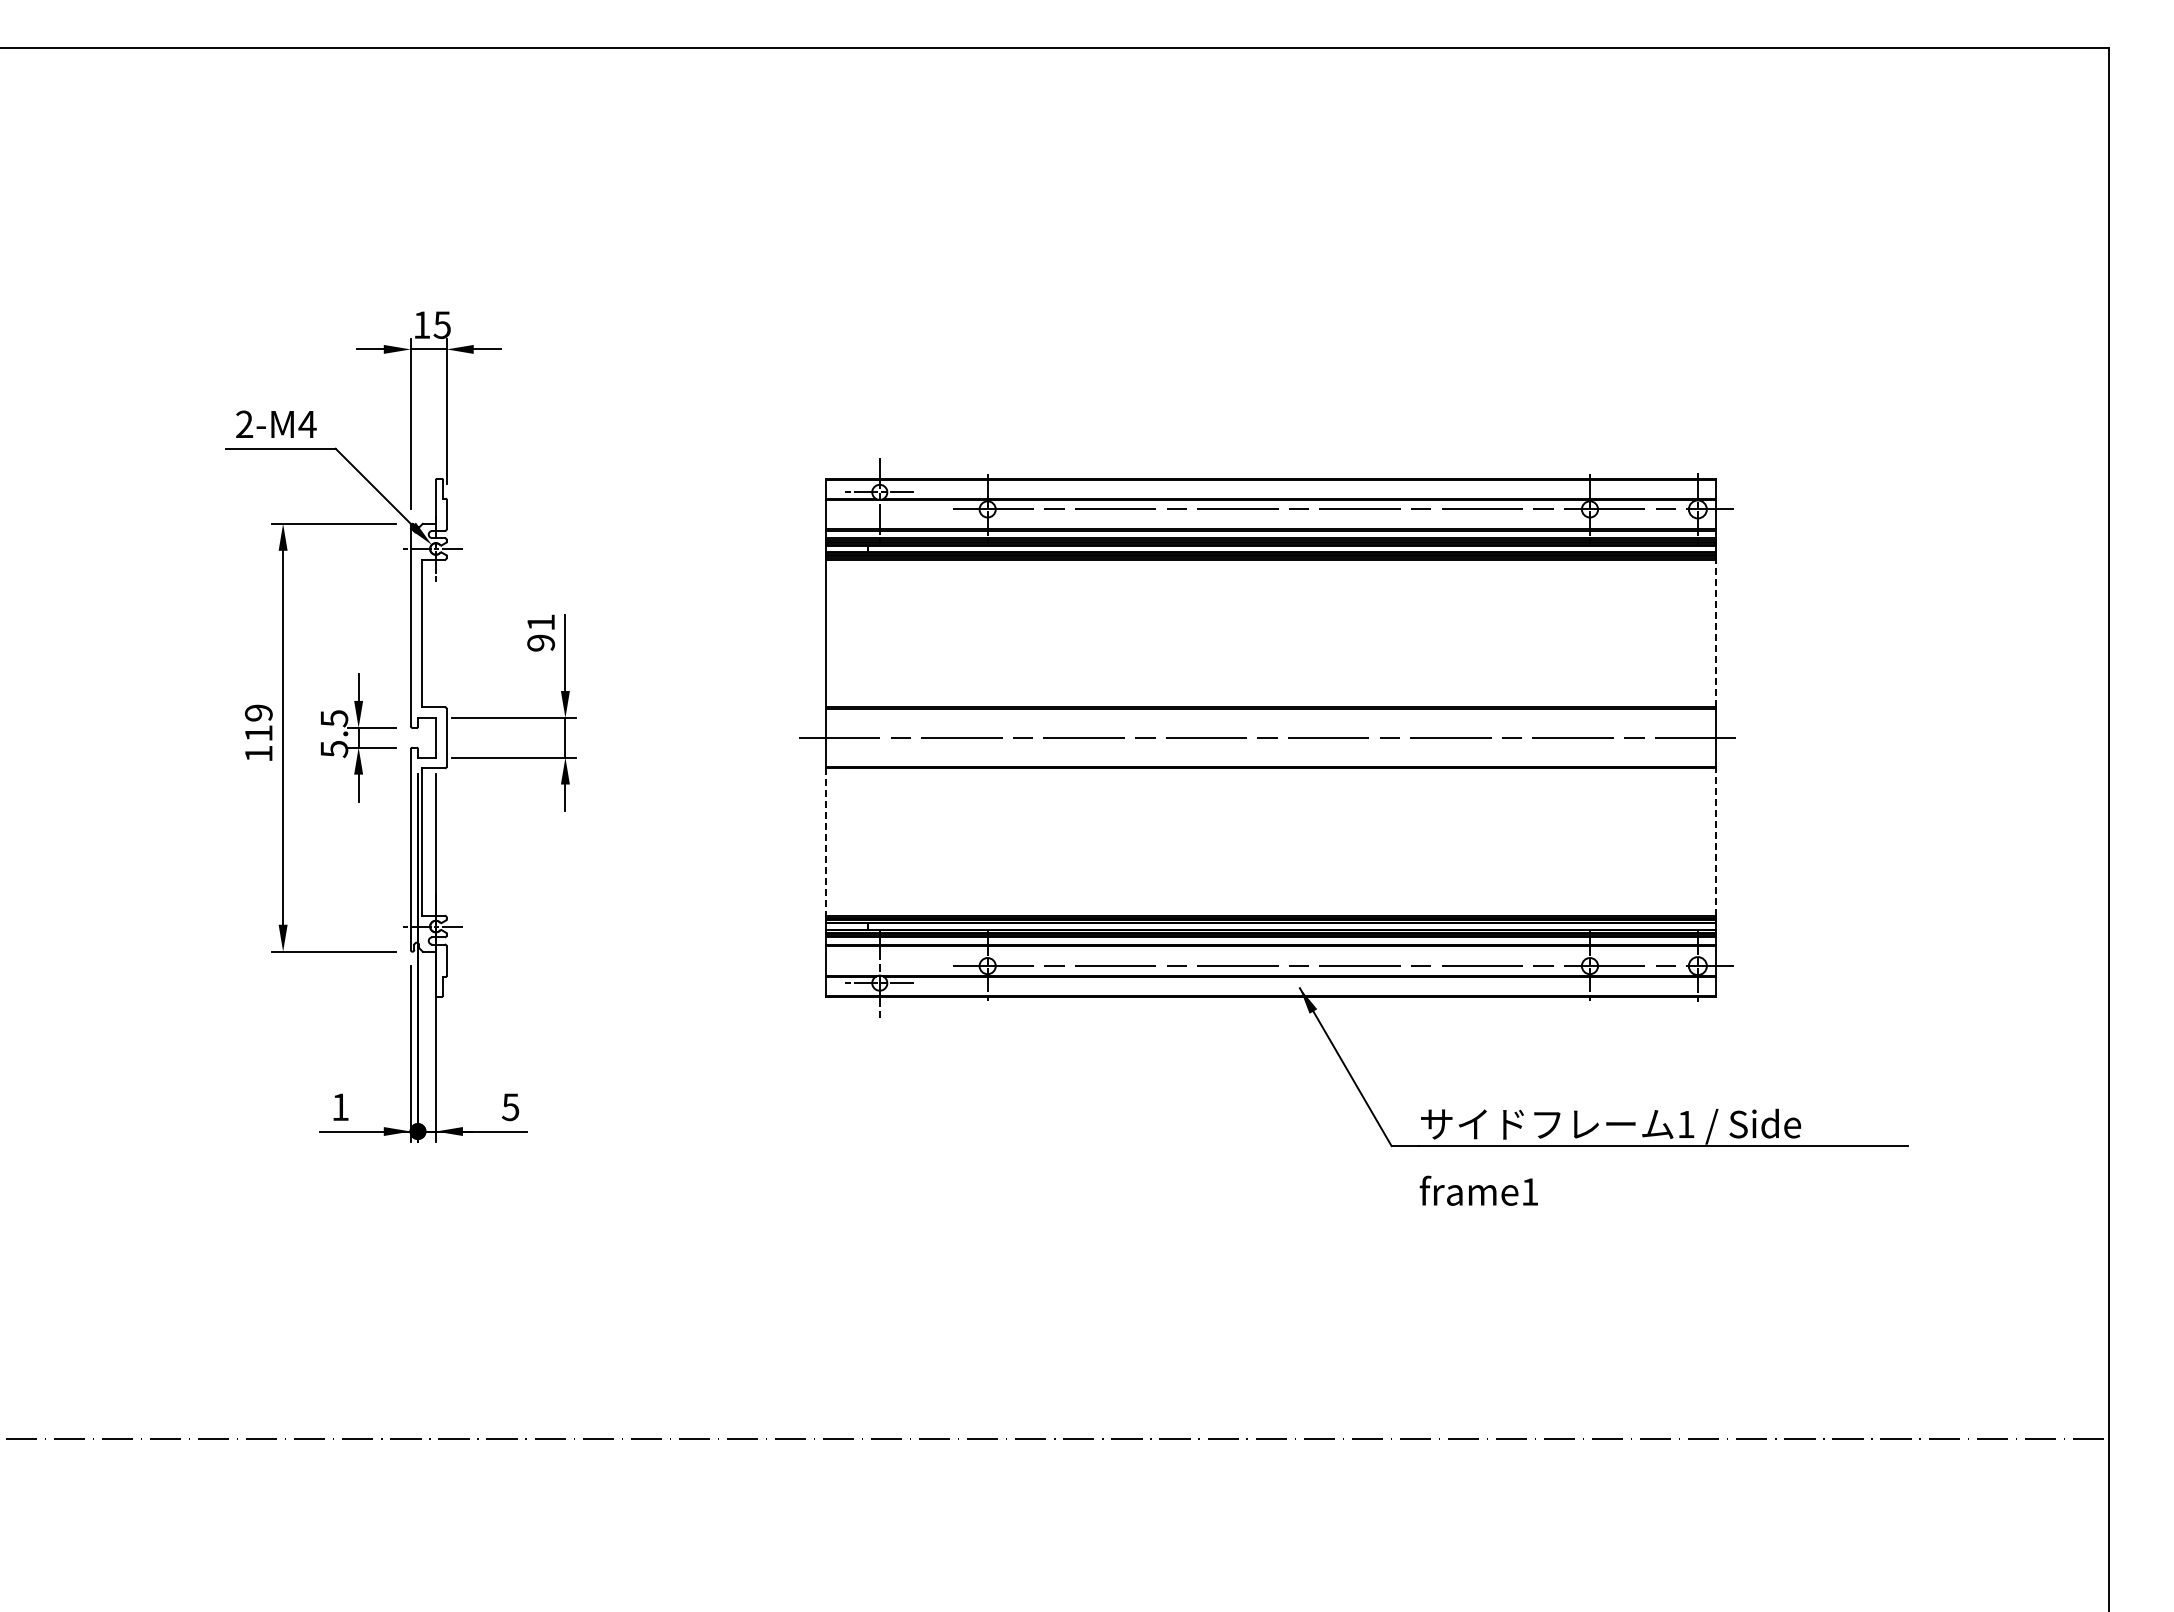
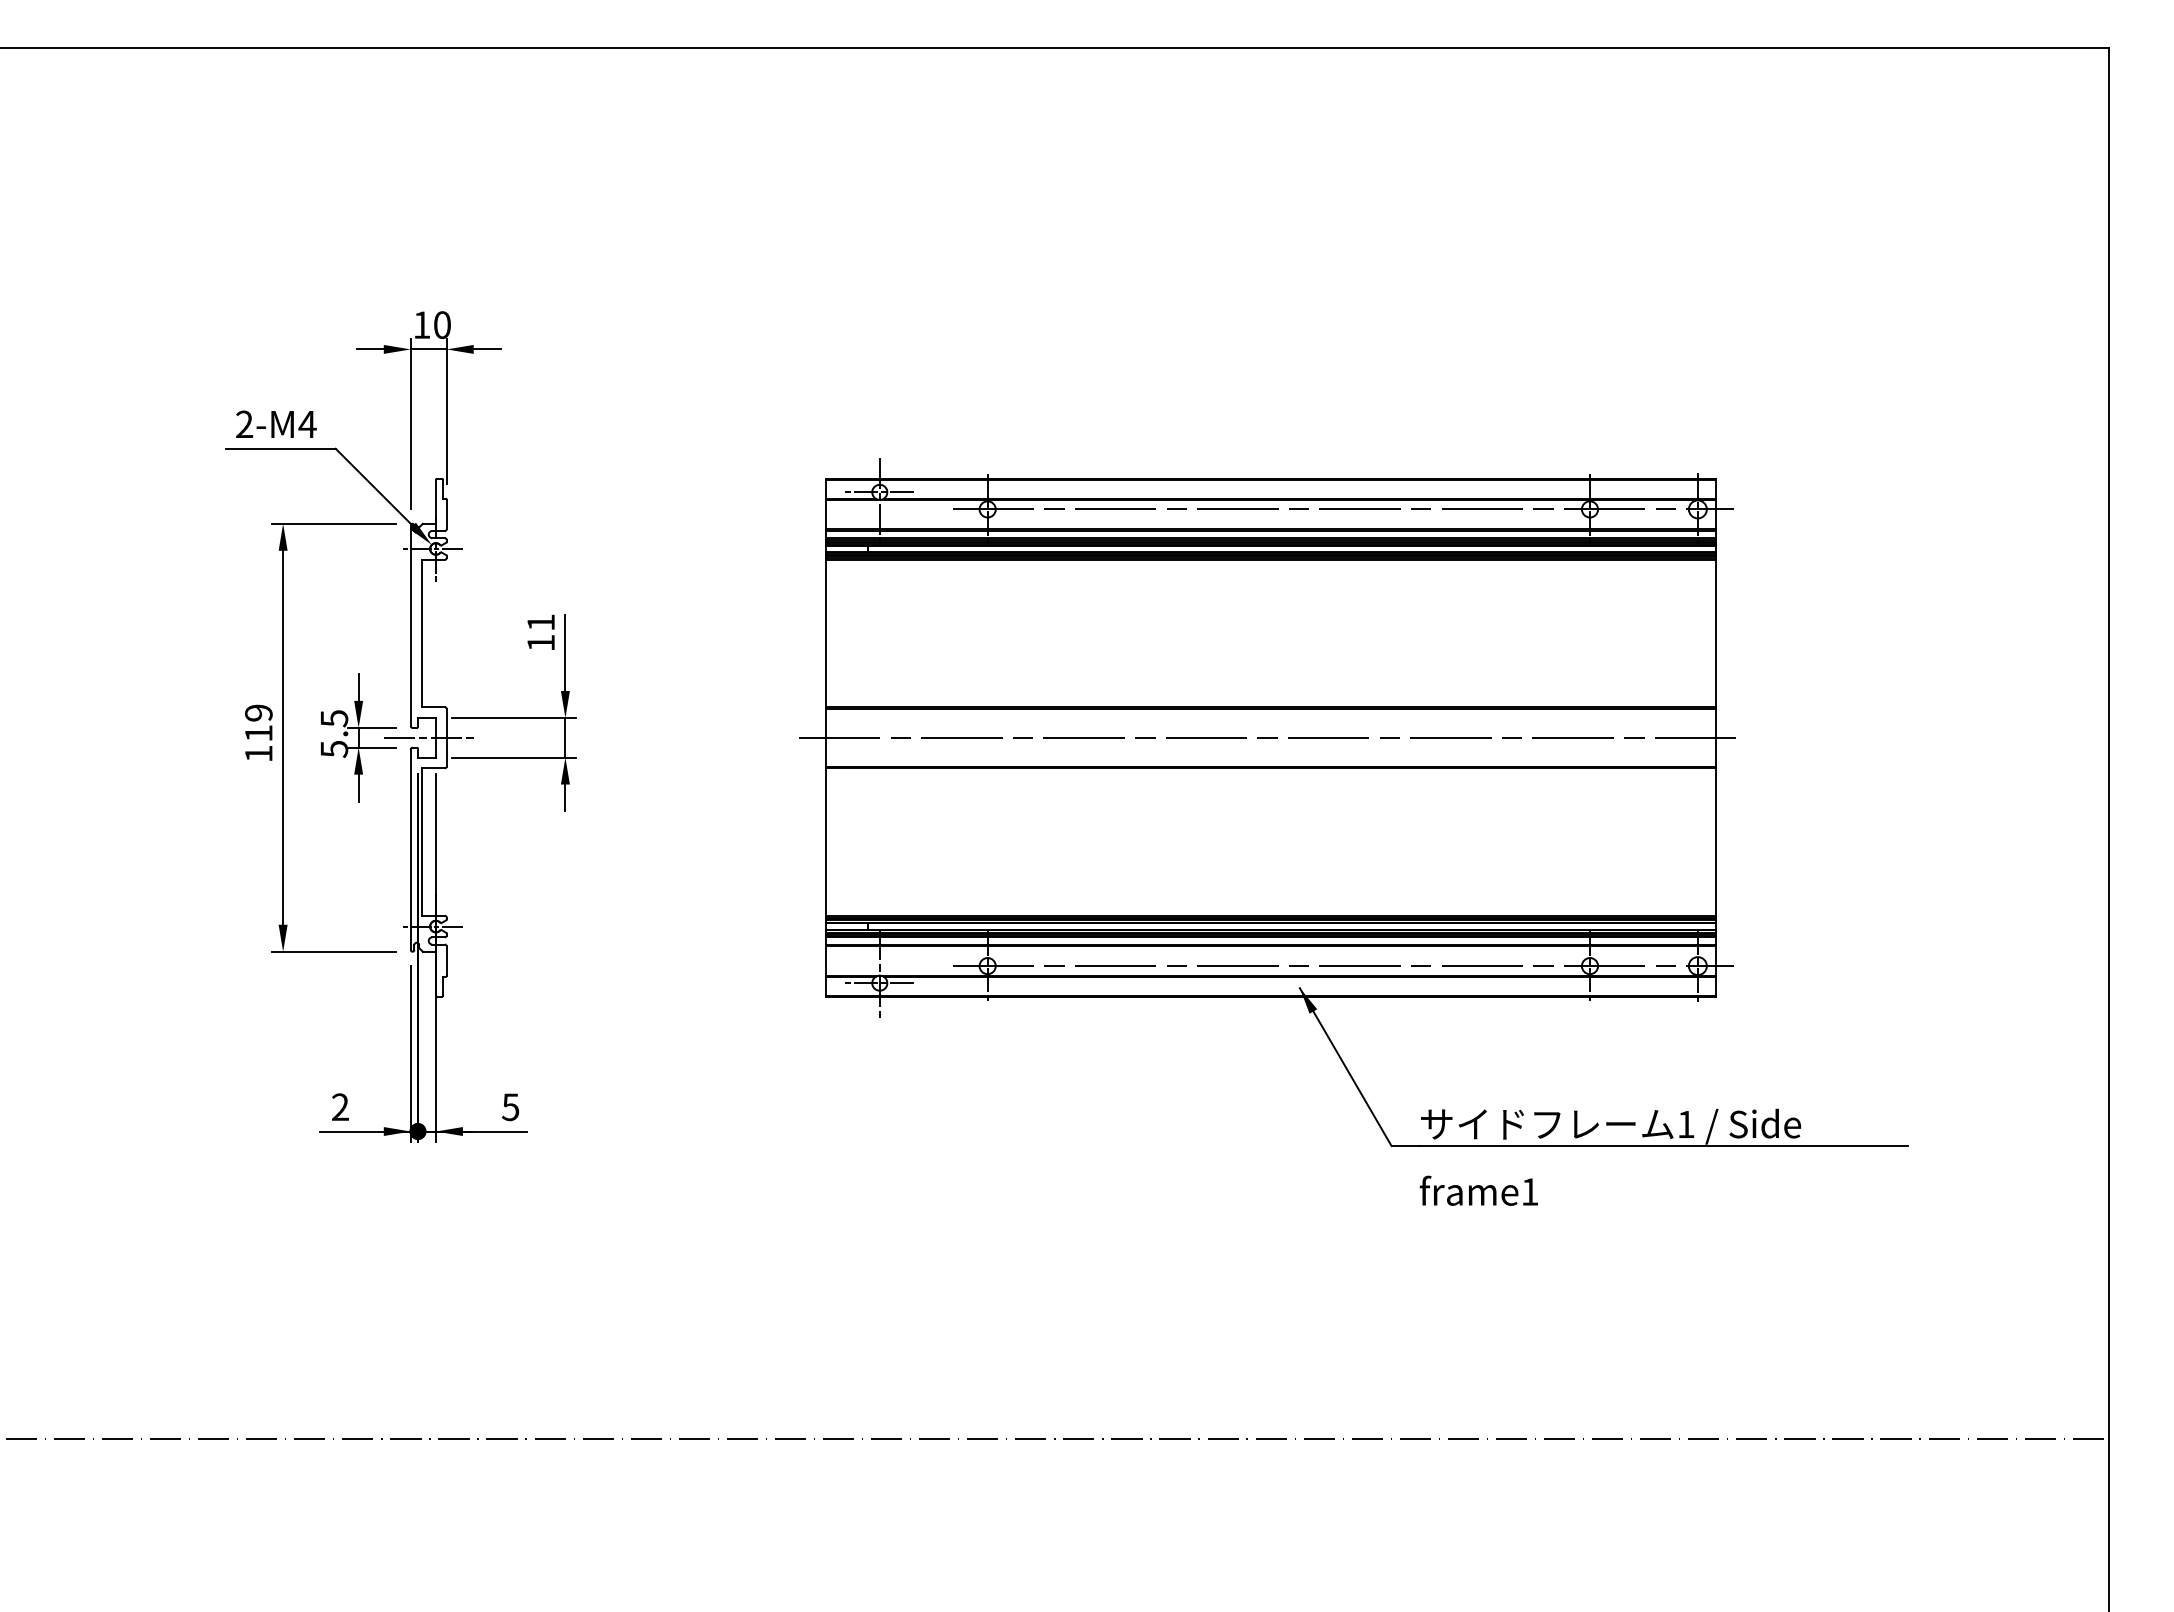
text at (441, 324): 15 -> 10
line at (1715, 633): dashed -> solid
text at (541, 642): 91 -> 11
line at (428, 737): none -> present
line at (825, 842): dashed -> solid
line at (1715, 842): dashed -> solid
text at (340, 1106): 1 -> 2
